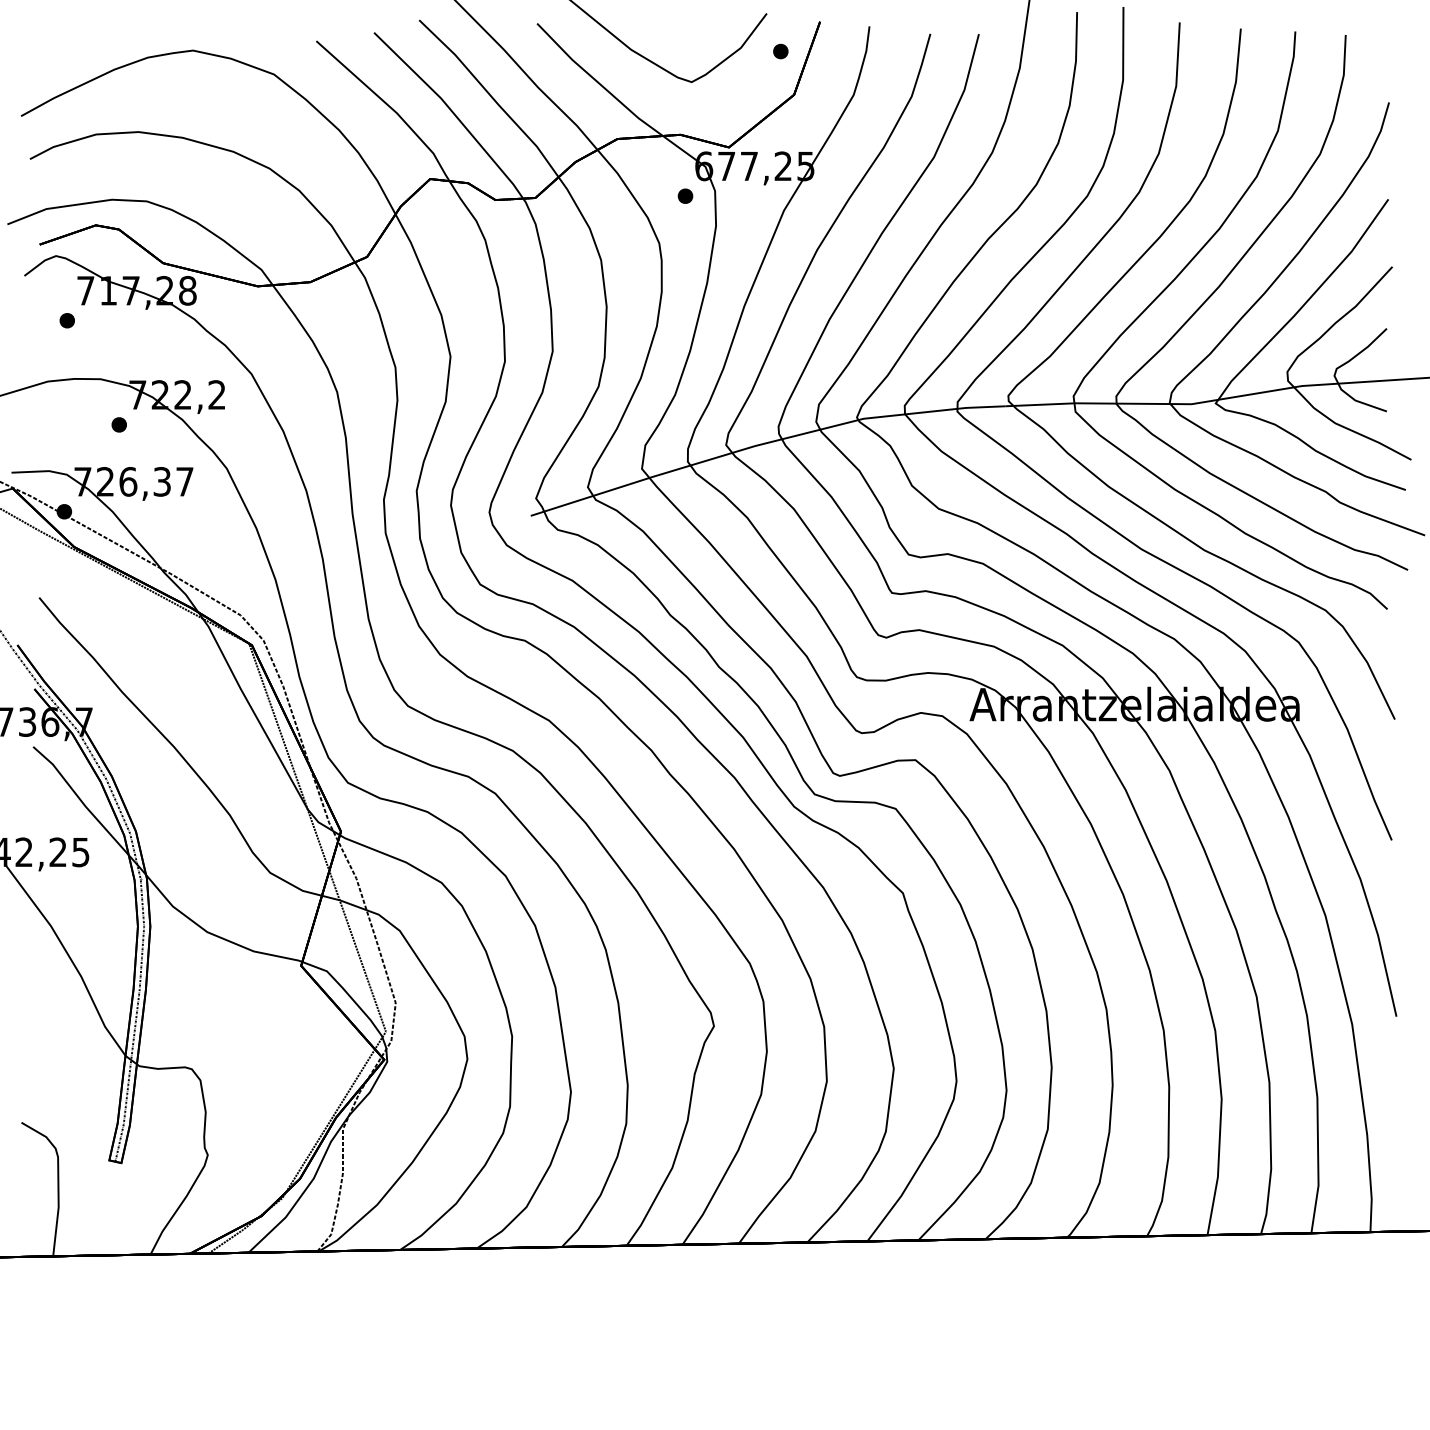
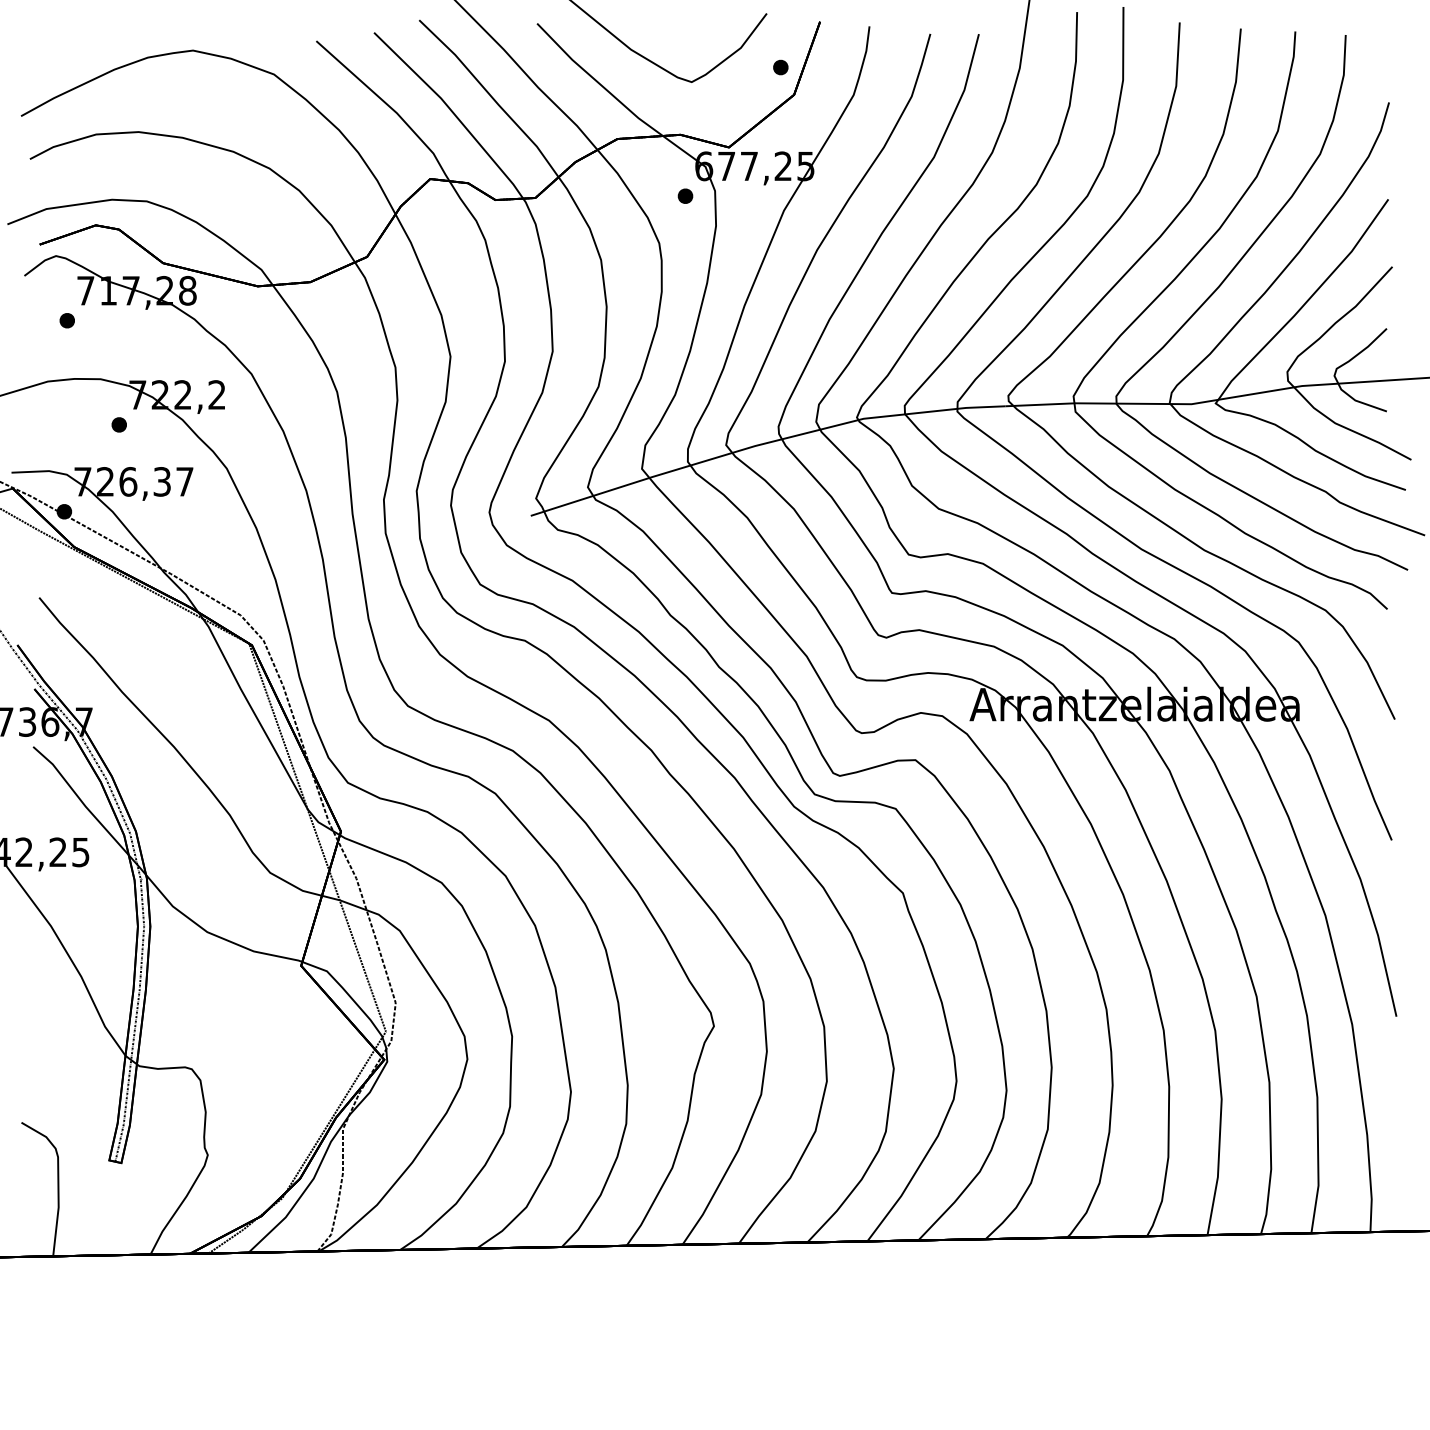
part at (780, 51) position: (780, 51) -> (780, 67)
